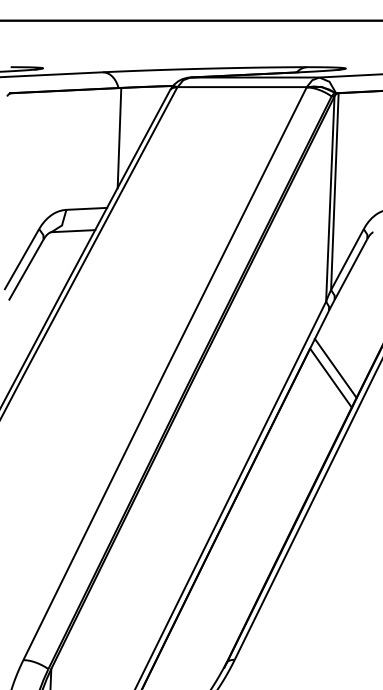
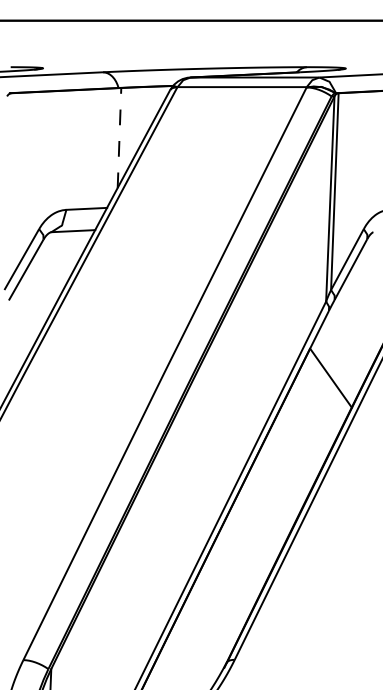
line at (119, 137): solid -> dashed
line at (335, 367): present -> none
